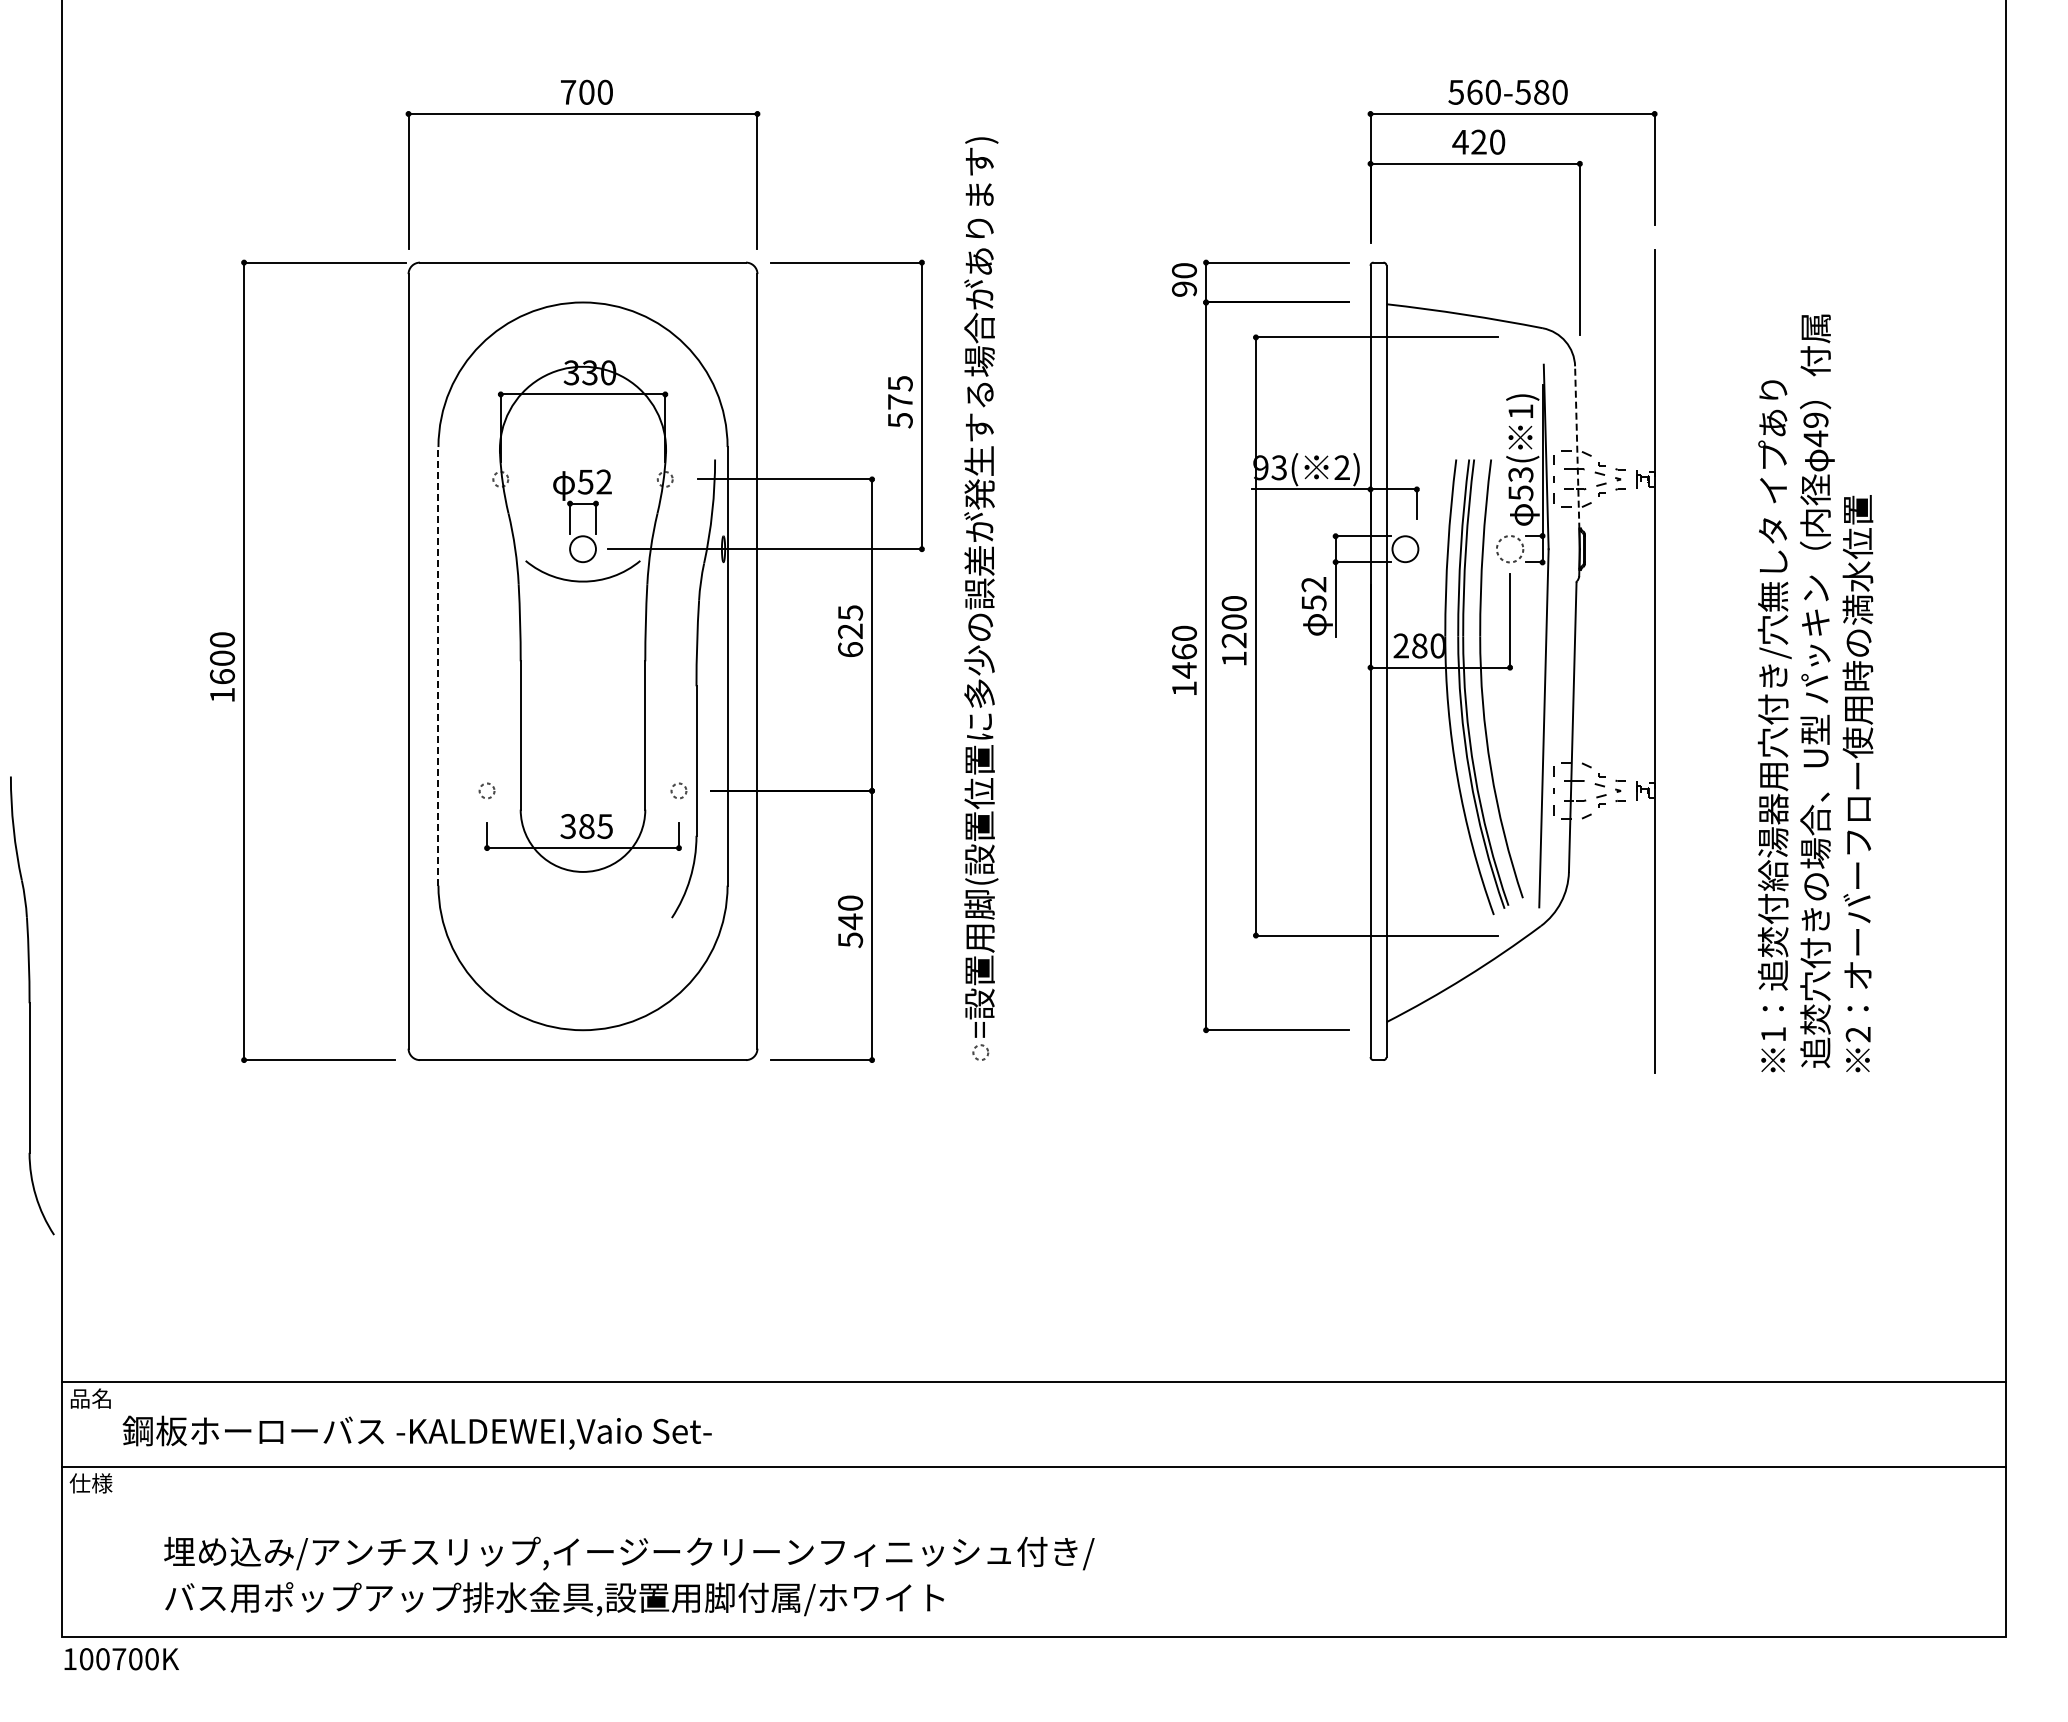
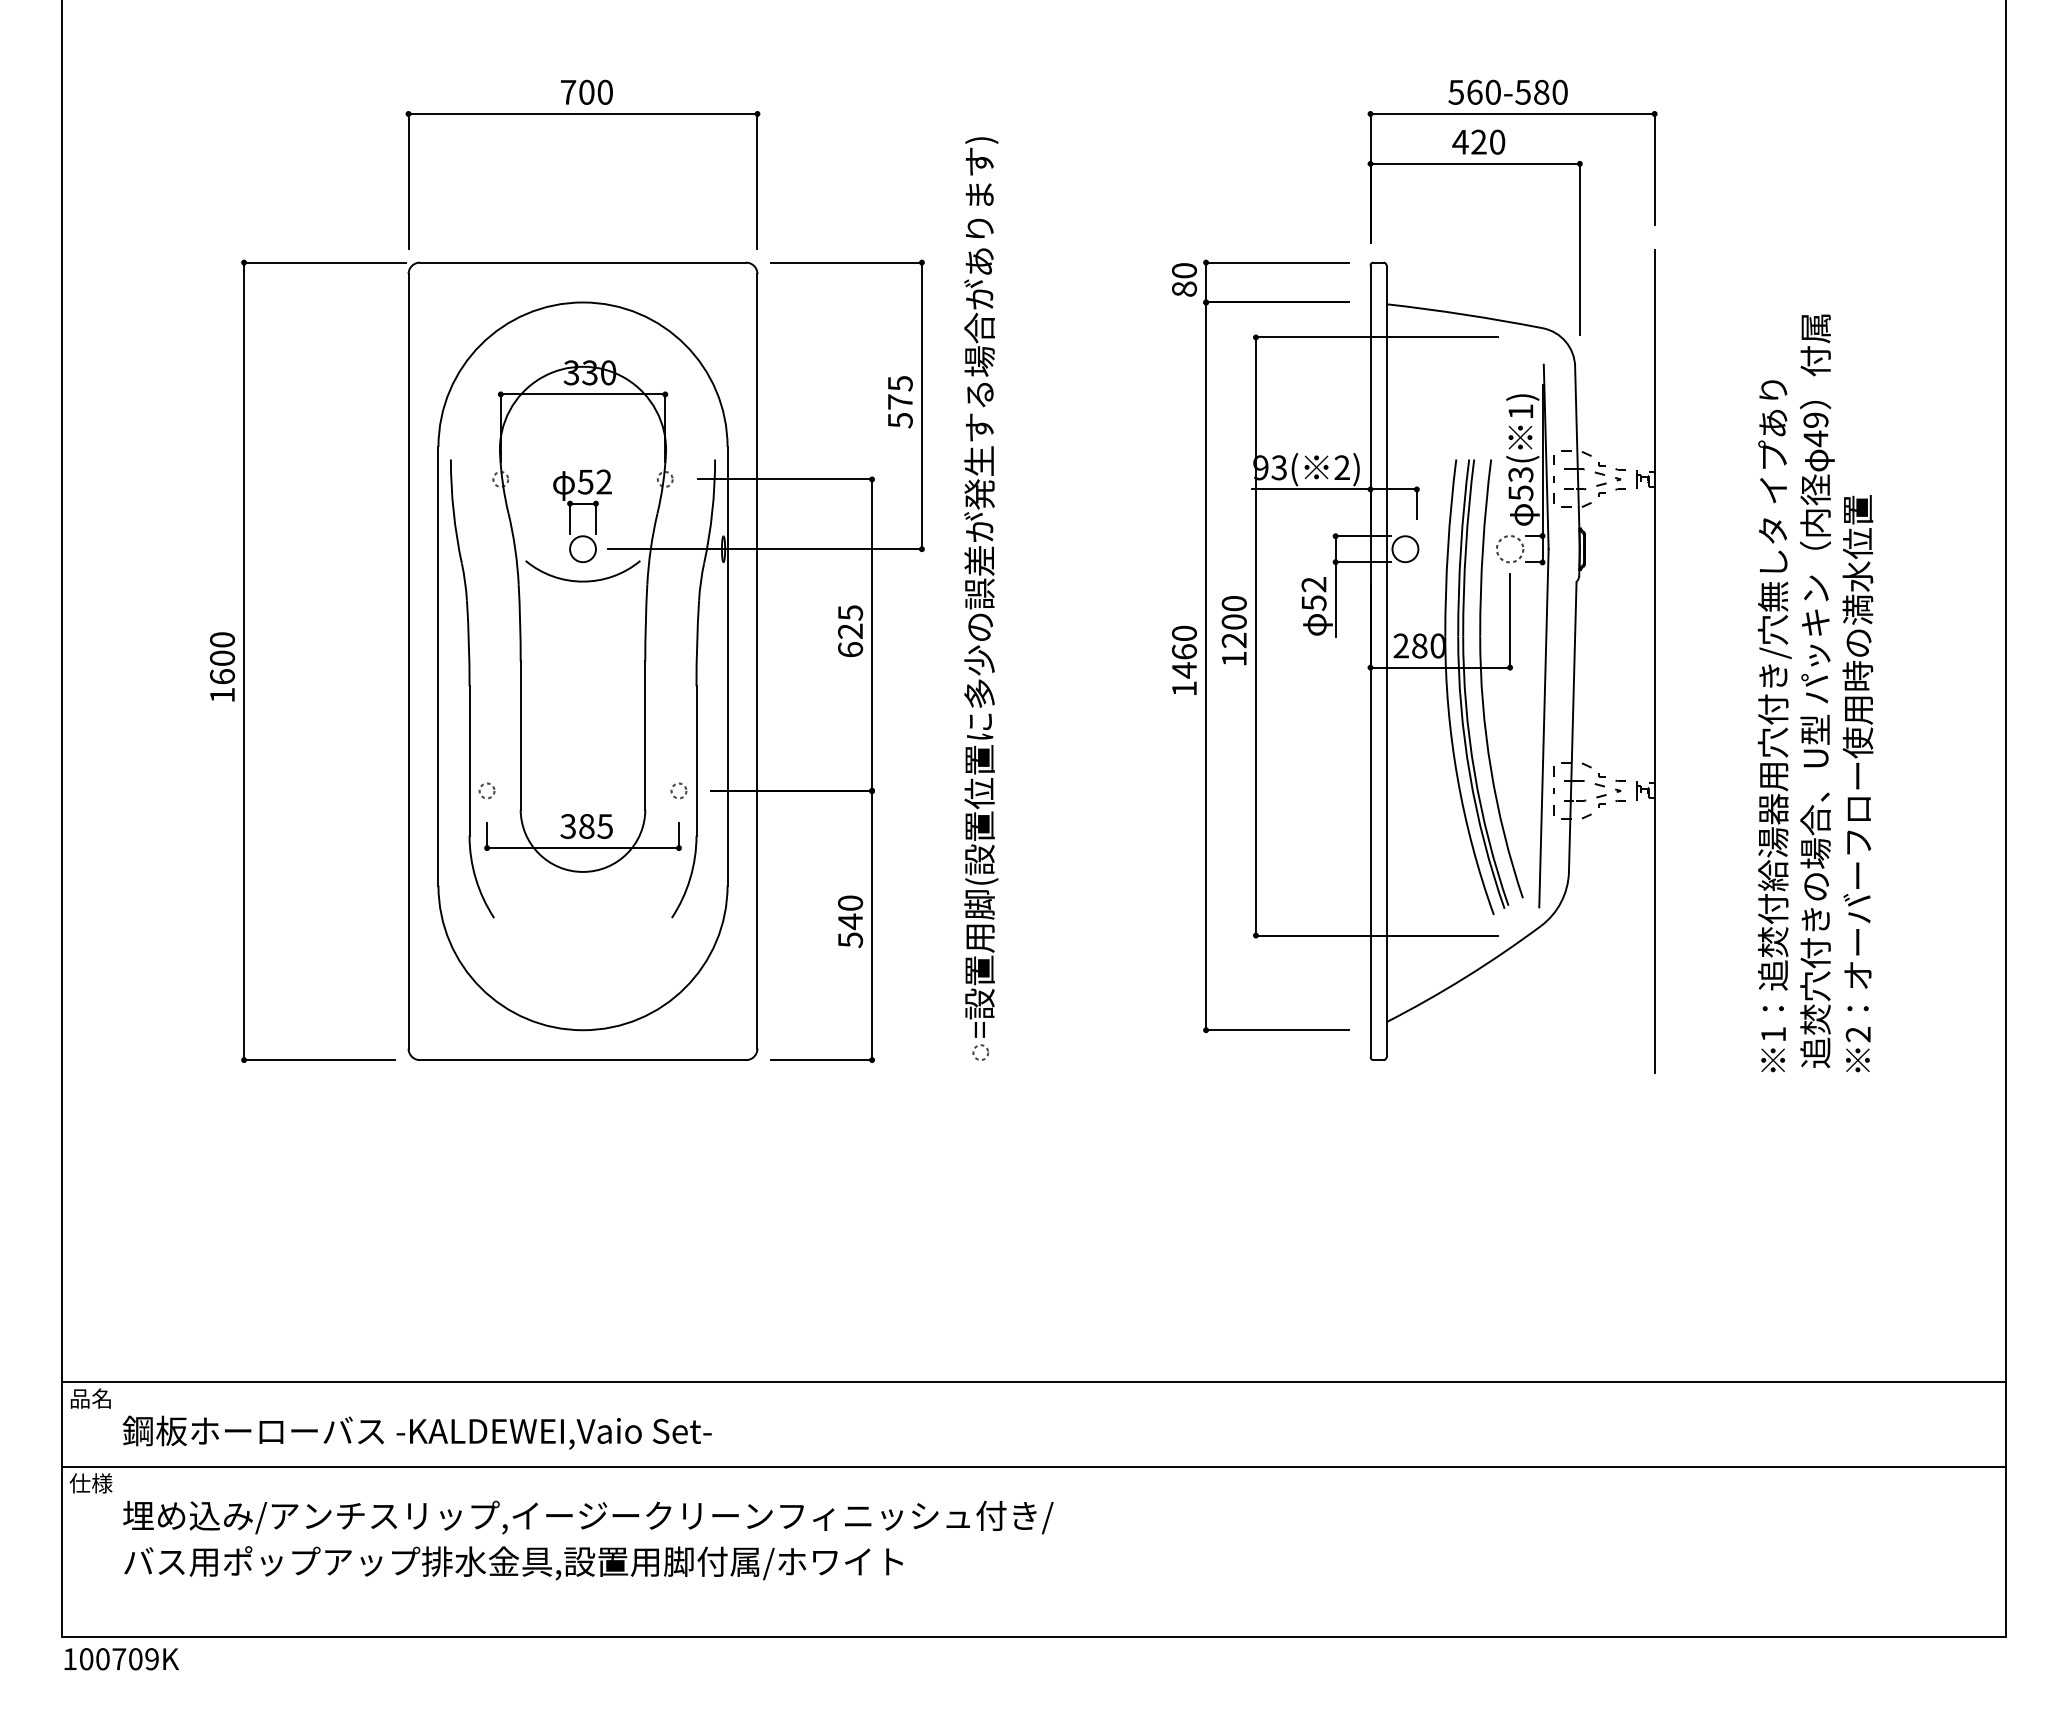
text at (1184, 288): 90 -> 80
line at (1577, 448): dashed -> solid
line at (438, 665): dashed -> solid
part at (32, 1005) position: (32, 1005) -> (472, 688)
text at (629, 1576) position: (629, 1576) -> (588, 1540)
text at (151, 1659): 100700K -> 100709K
